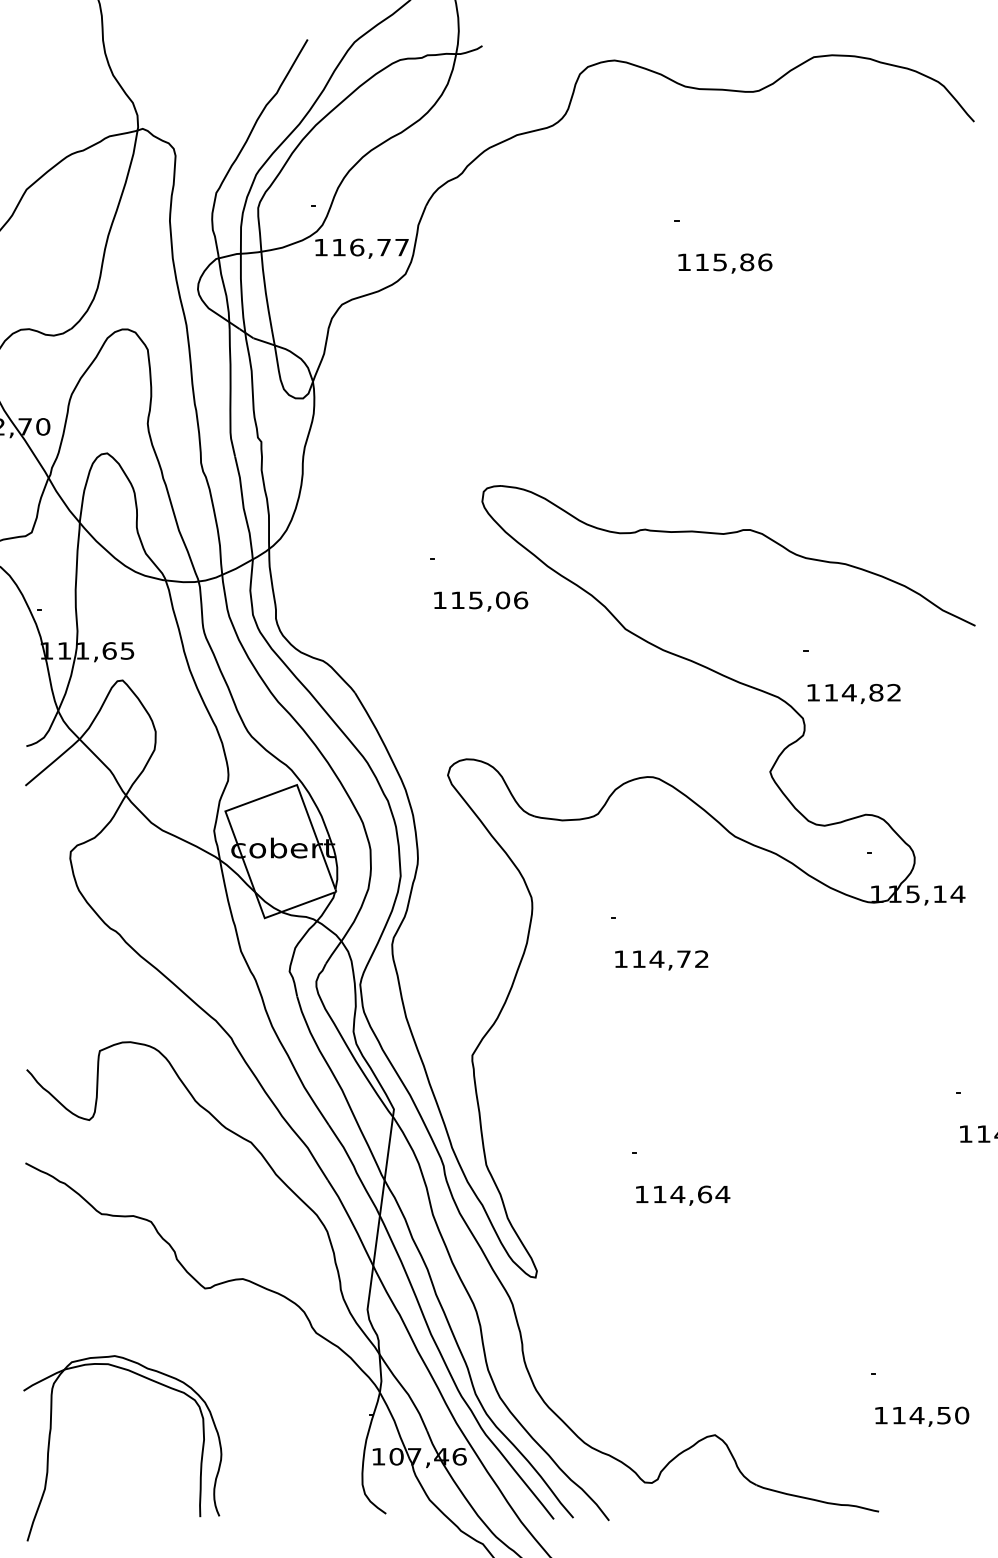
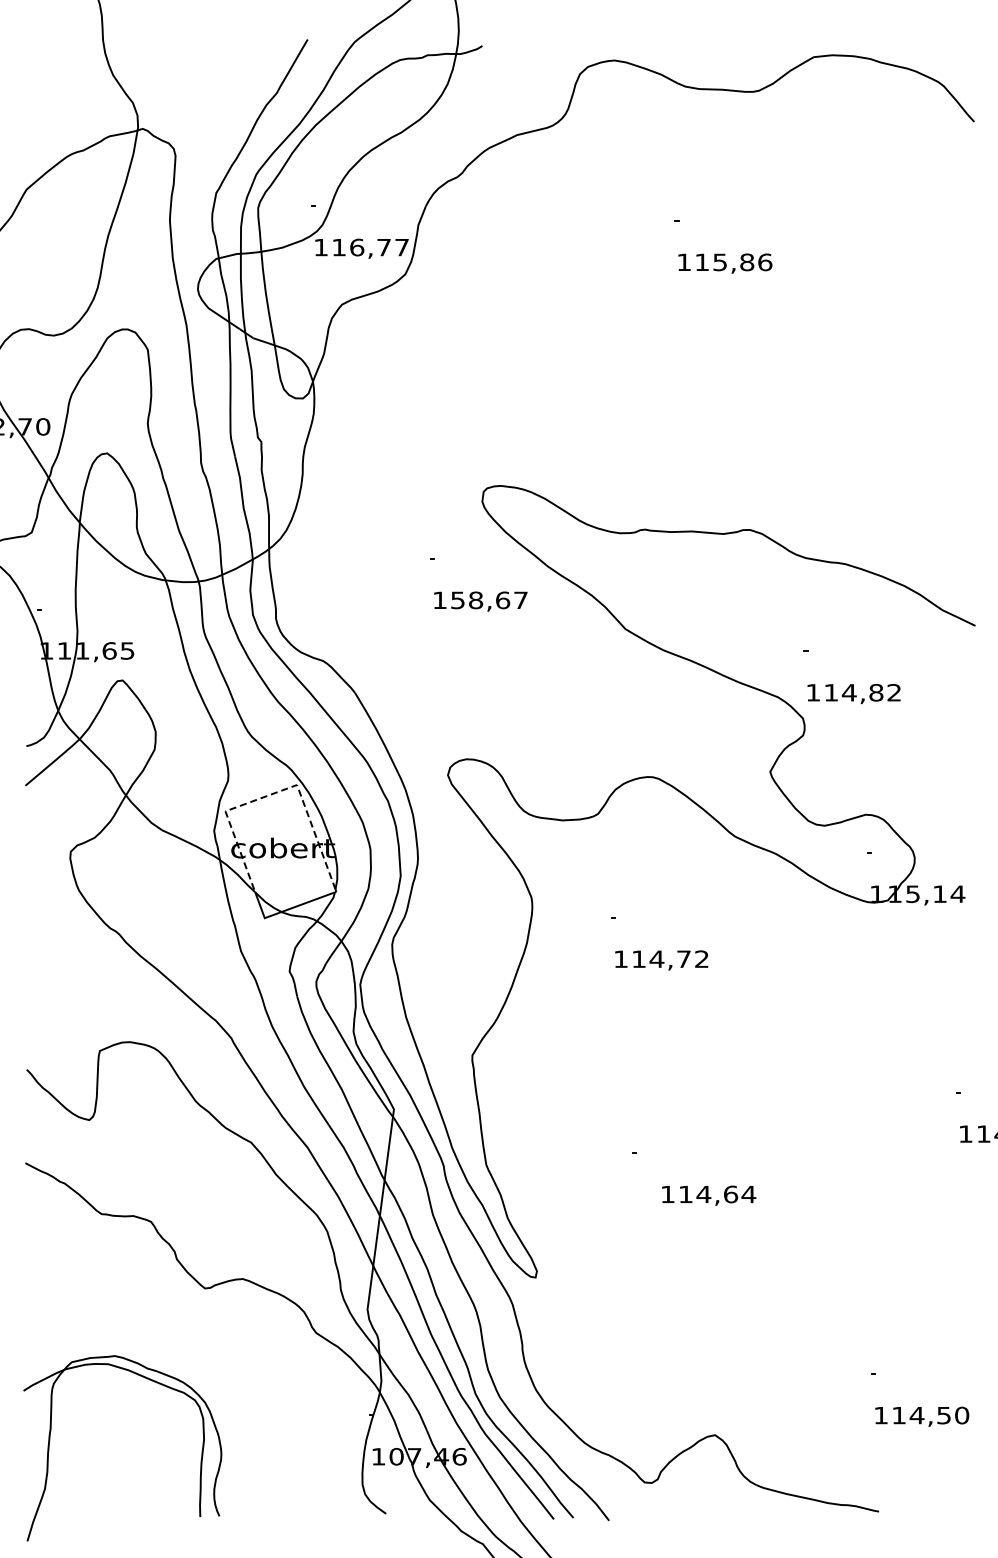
text at (489, 600): 115,06 -> 158,67
line at (272, 793): solid -> dashed
text at (683, 1195) position: (683, 1195) -> (709, 1195)
